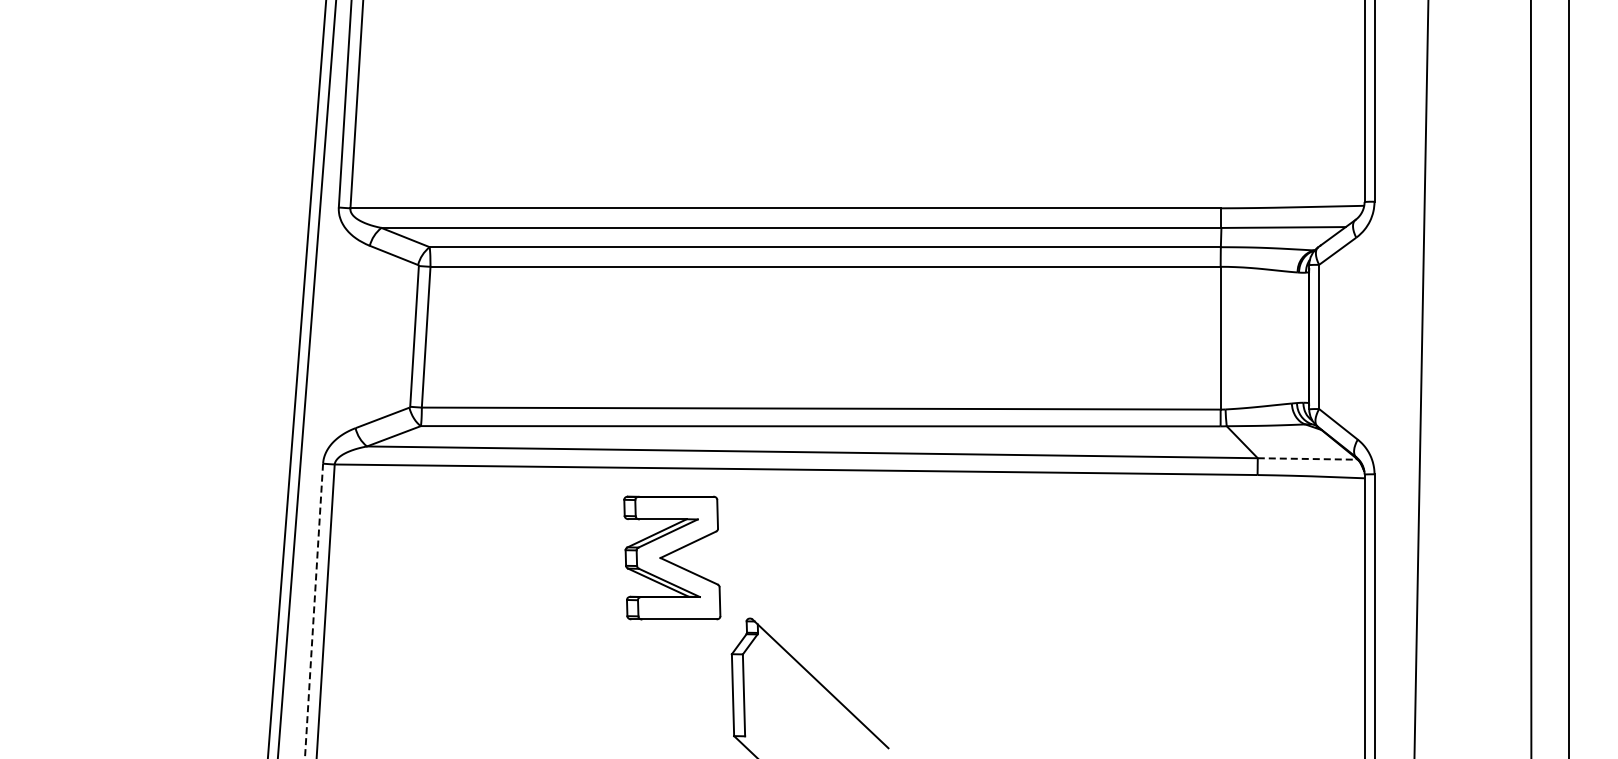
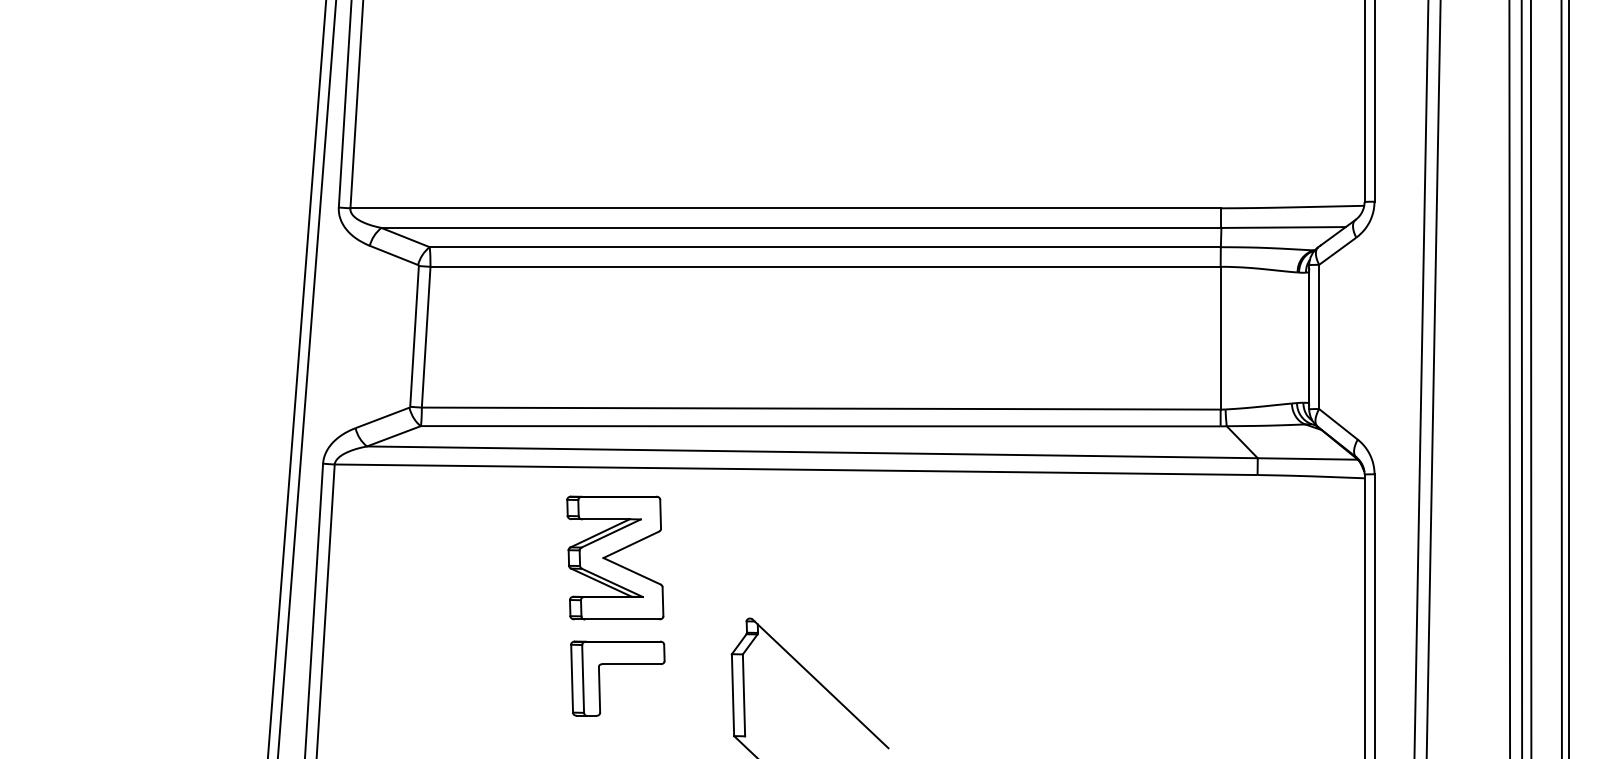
line at (1433, 378): none -> present
line at (1509, 378): none -> present
line at (1521, 378): none -> present
line at (1561, 378): none -> present
line at (1307, 458): dashed -> solid
part at (672, 557) position: (672, 557) -> (615, 557)
line at (314, 611): dashed -> solid
part at (617, 664): none -> present
